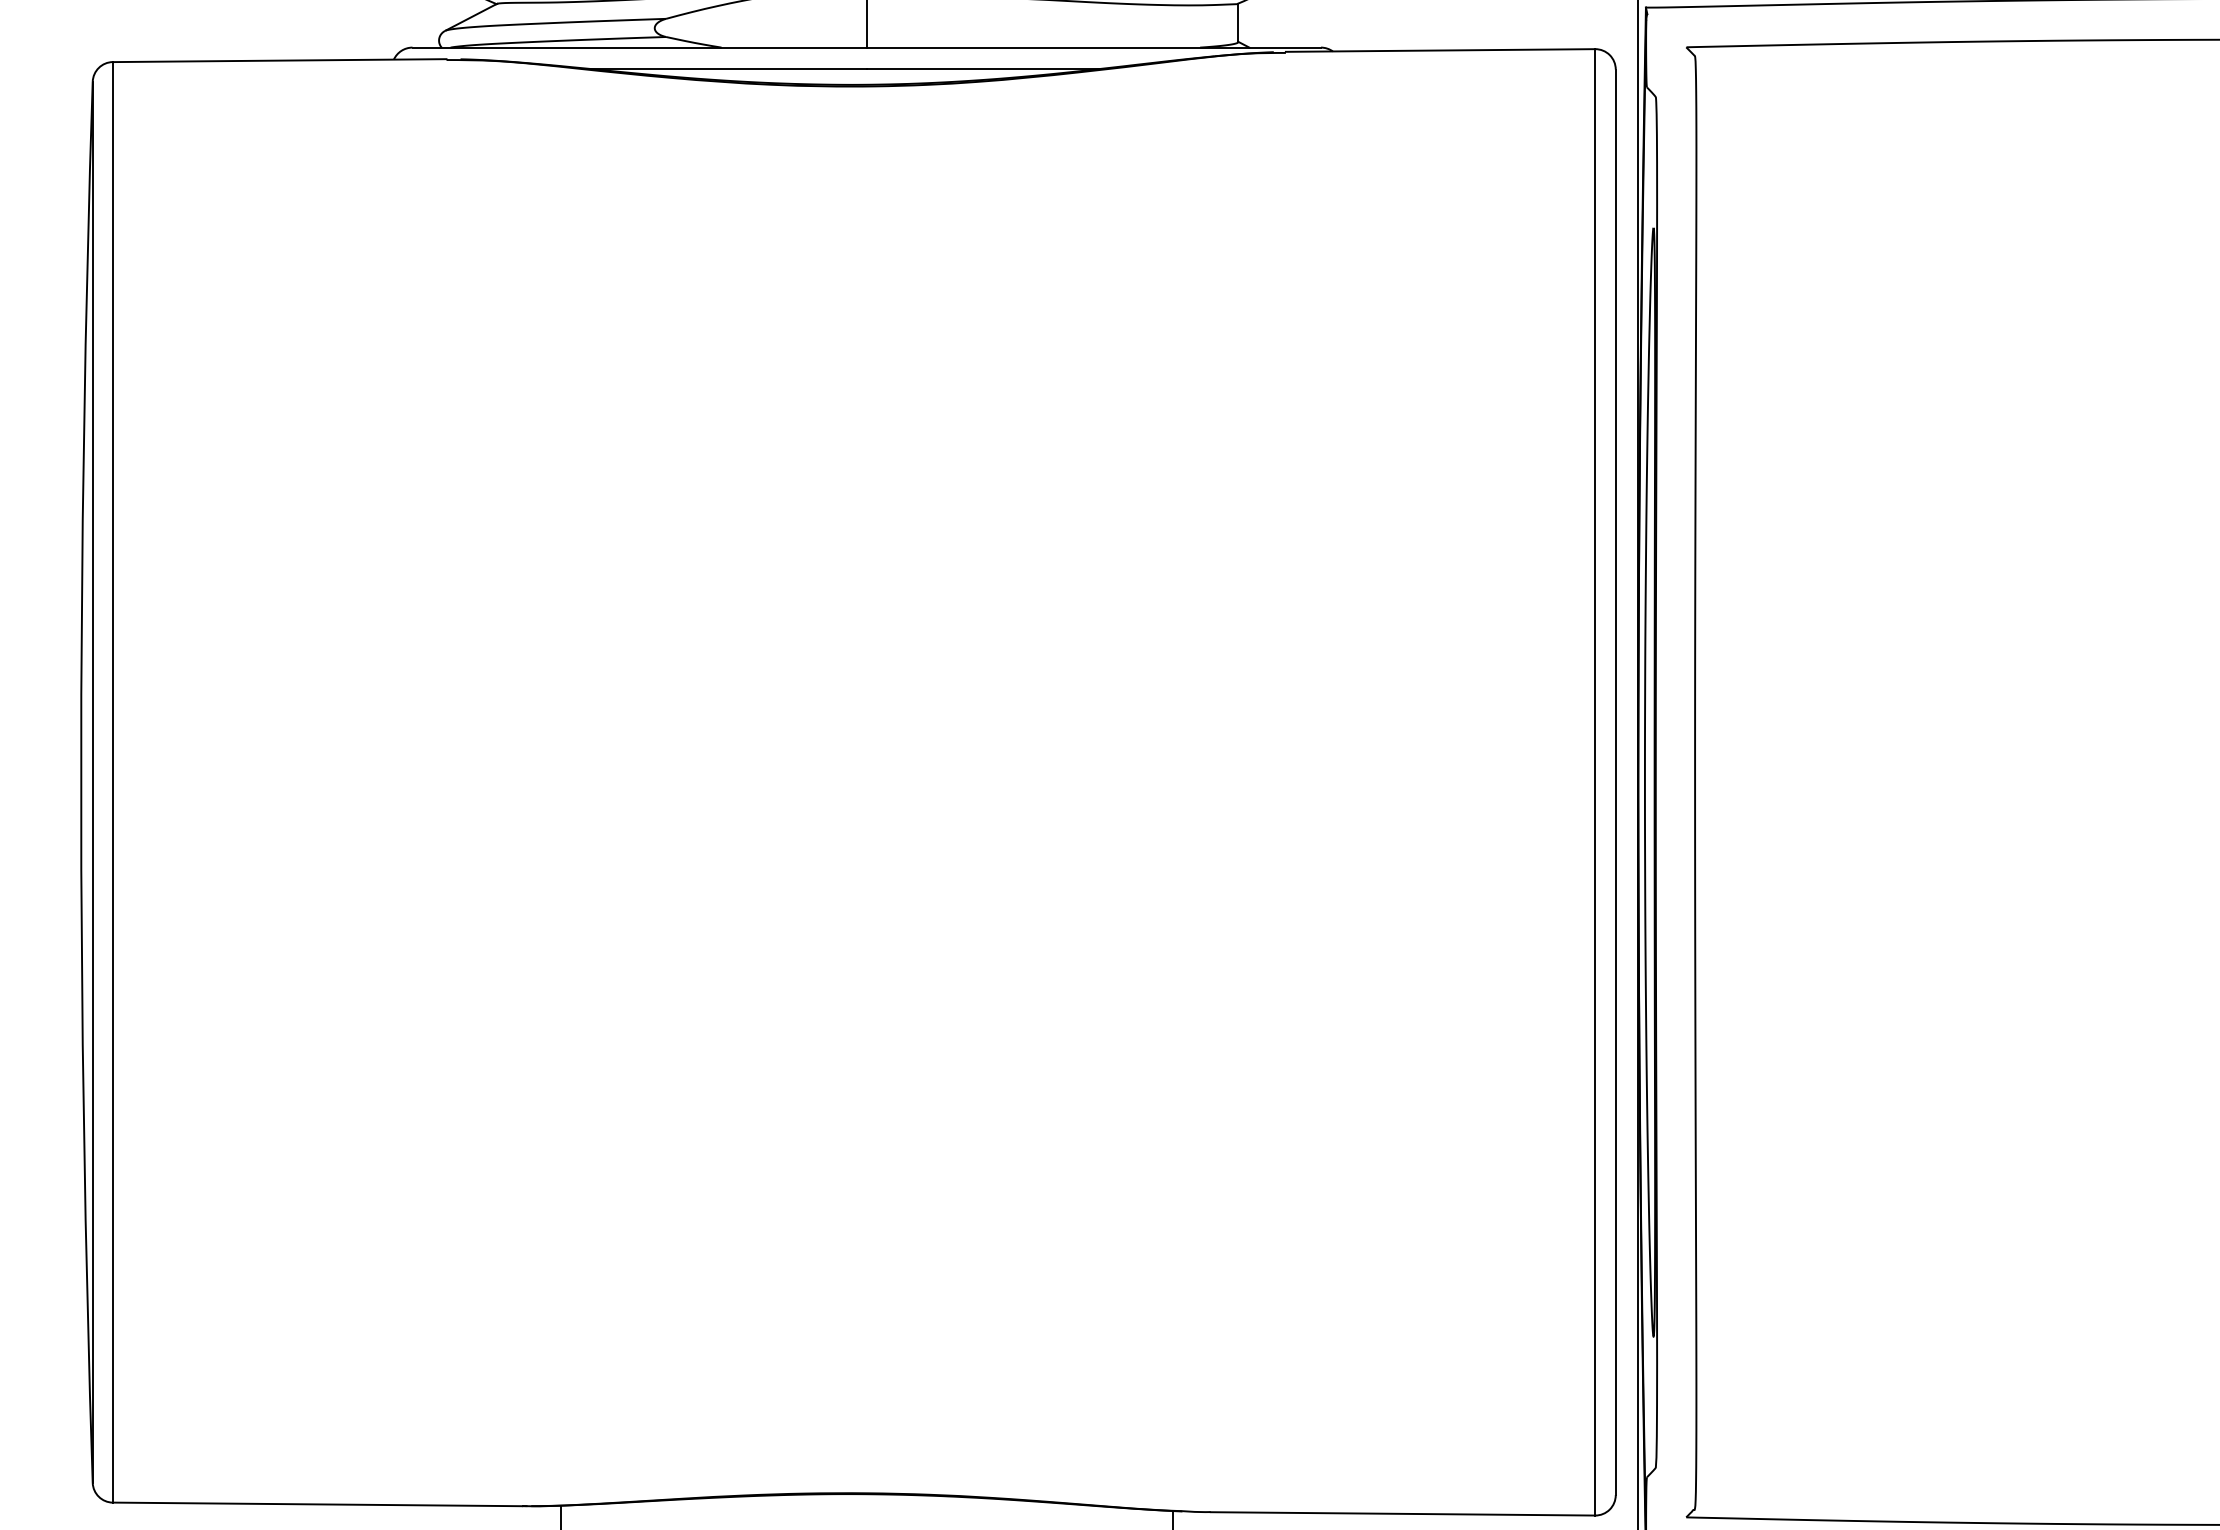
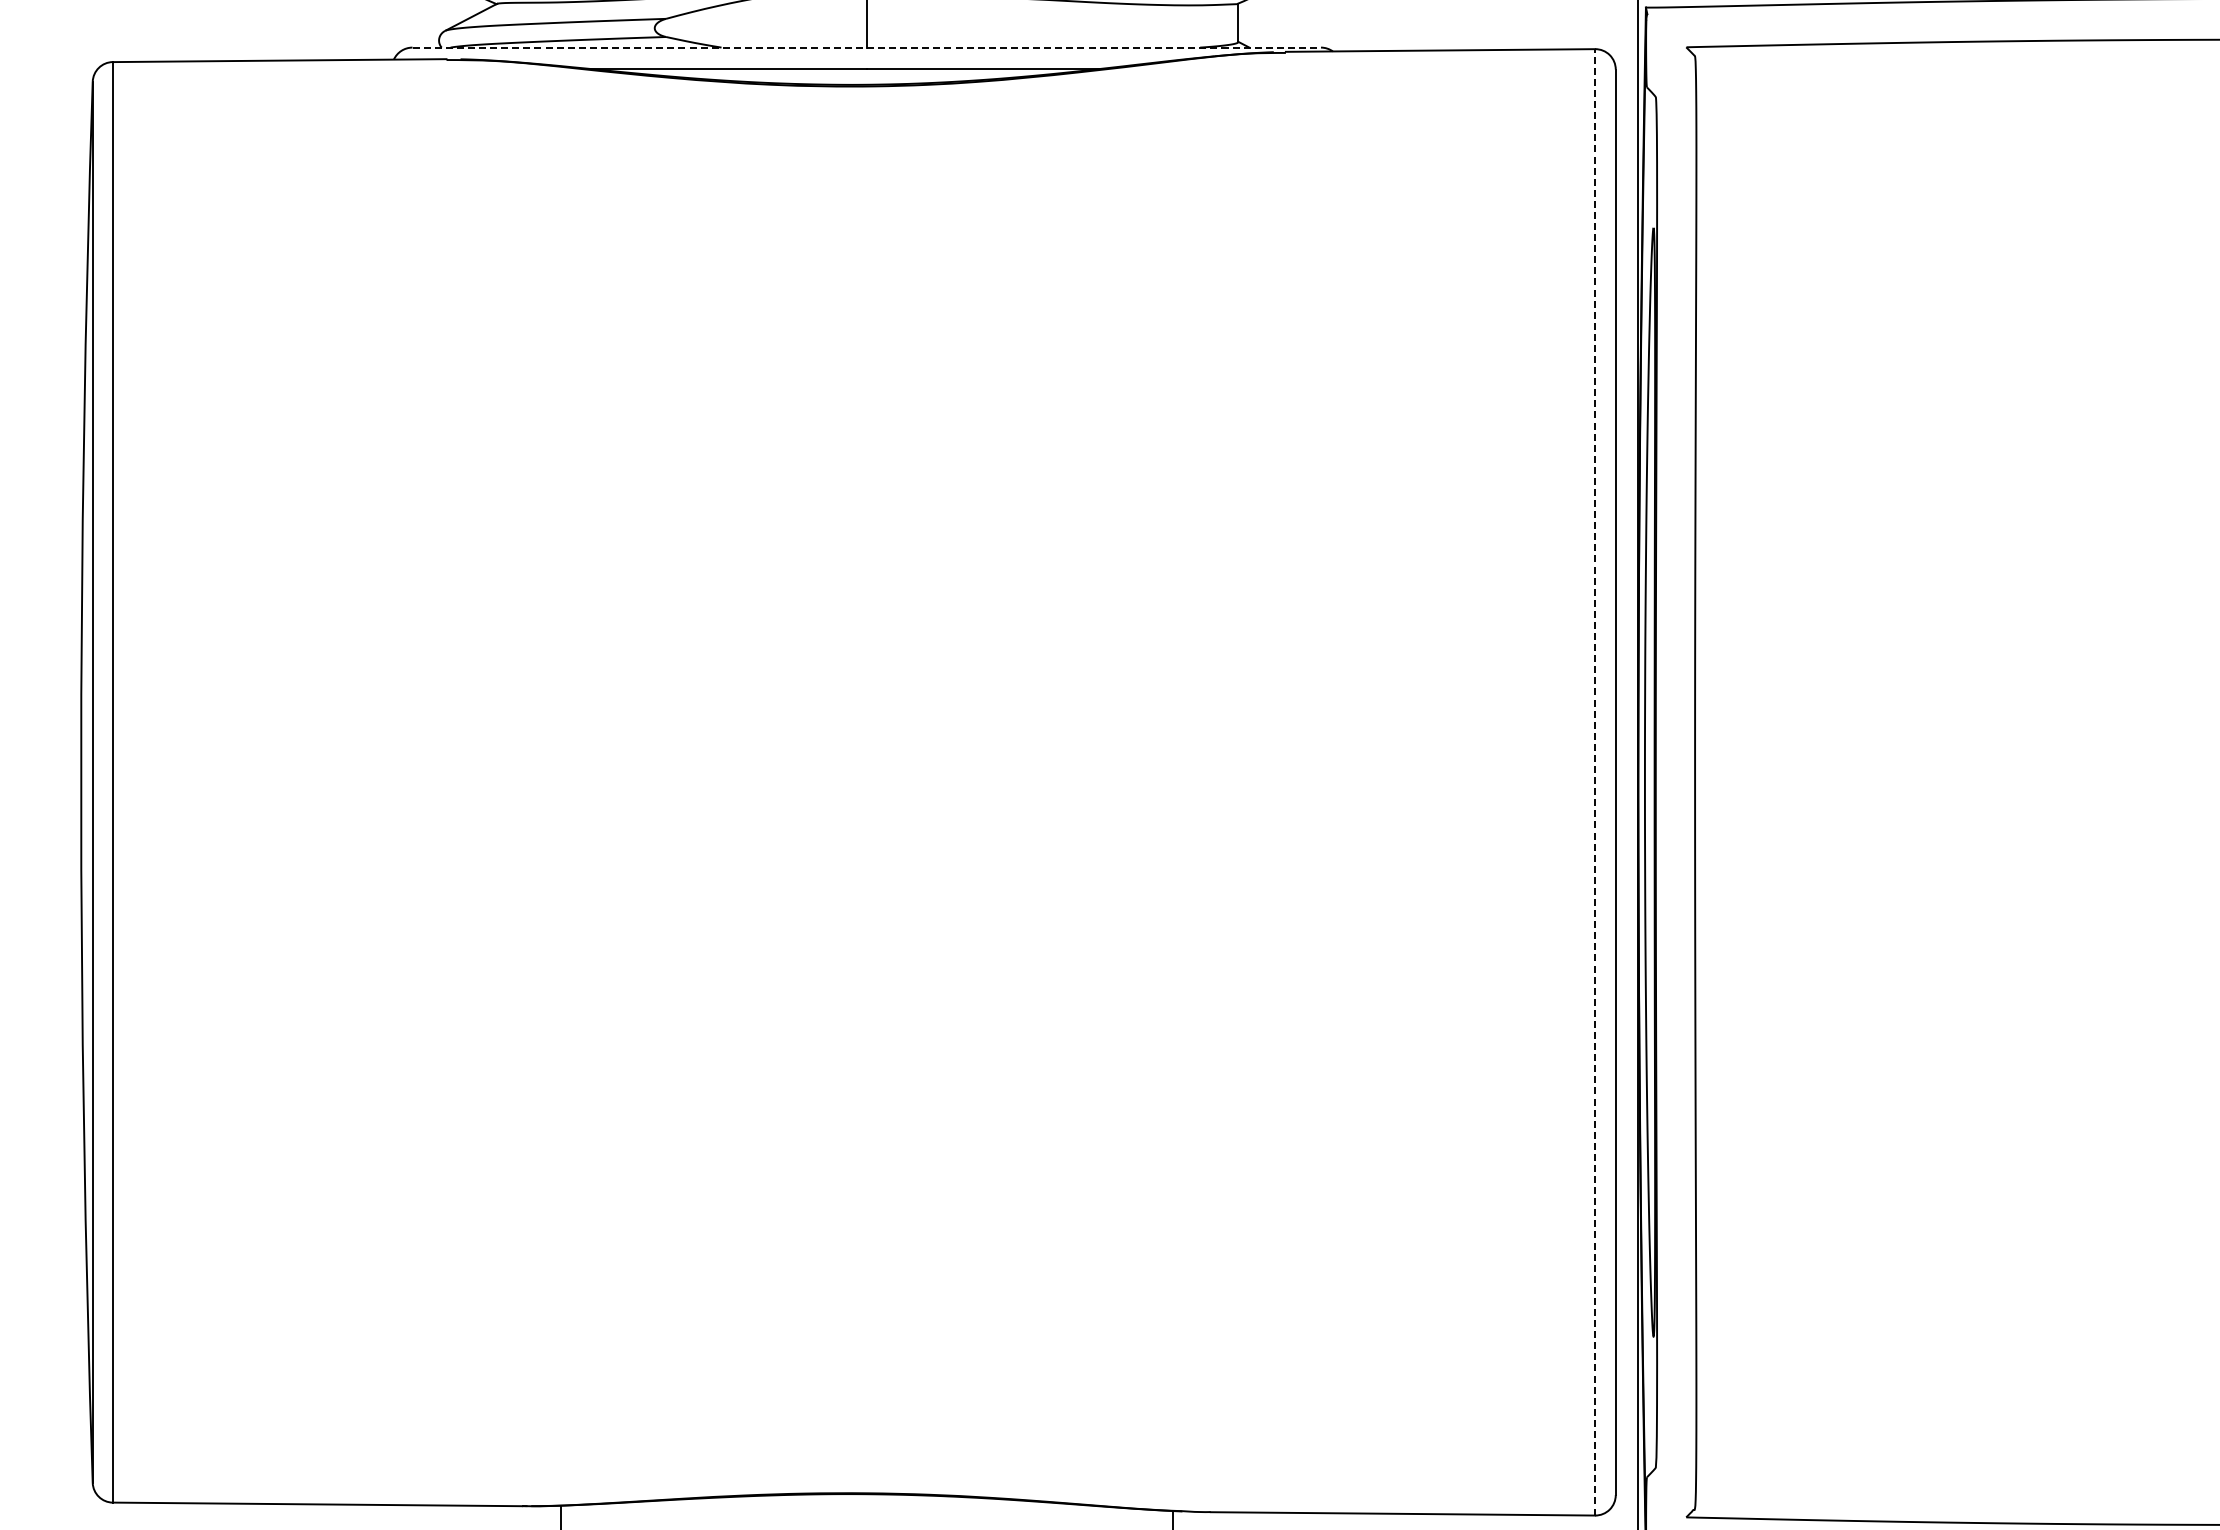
line at (867, 47): solid -> dashed
line at (1595, 781): solid -> dashed
